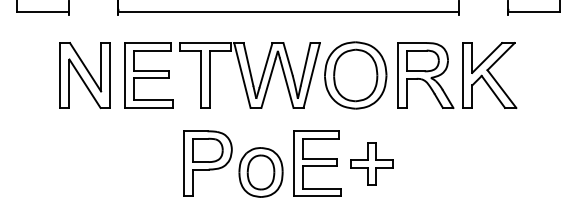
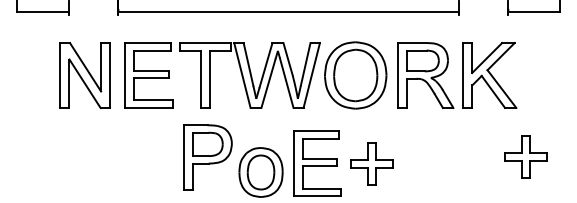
part at (525, 156): none -> present
part at (207, 163) position: (207, 163) -> (207, 157)
